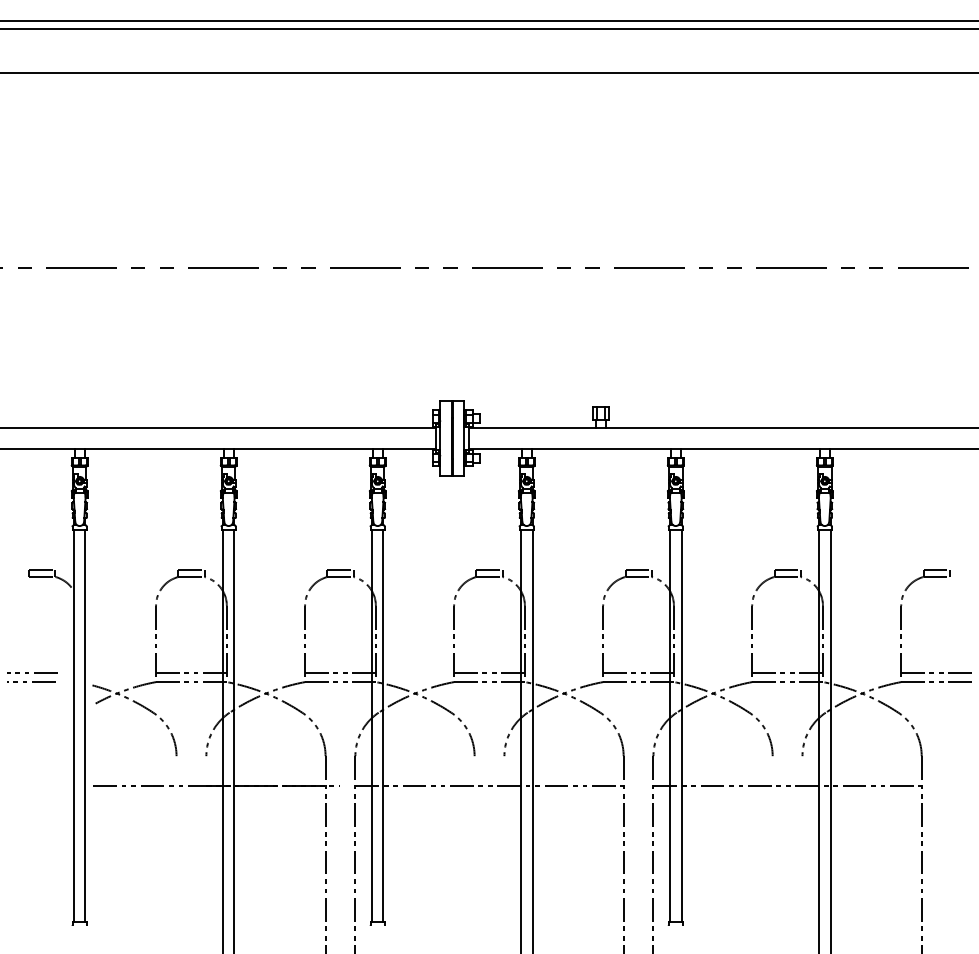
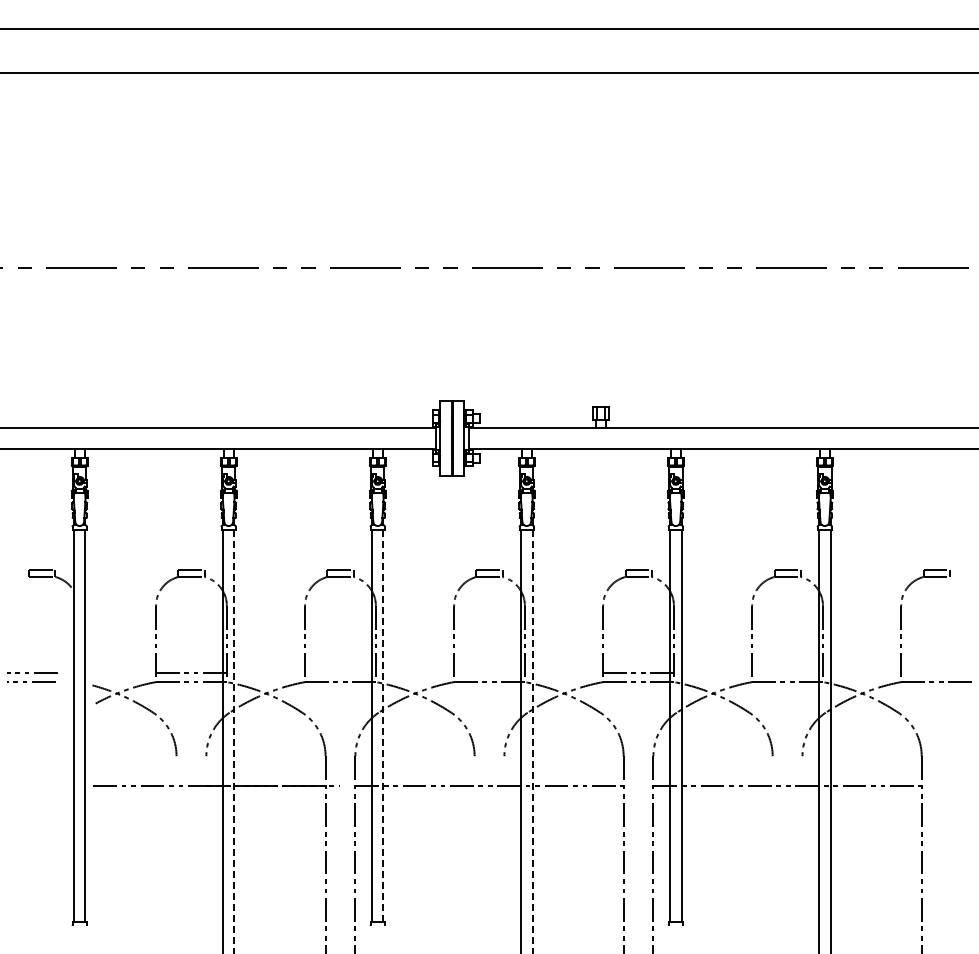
line at (488, 21): present -> none
line at (340, 673): present -> none
line at (489, 673): present -> none
line at (787, 673): present -> none
line at (936, 673): present -> none
line at (383, 725): solid -> dashed
line at (234, 741): solid -> dashed
line at (532, 741): solid -> dashed
